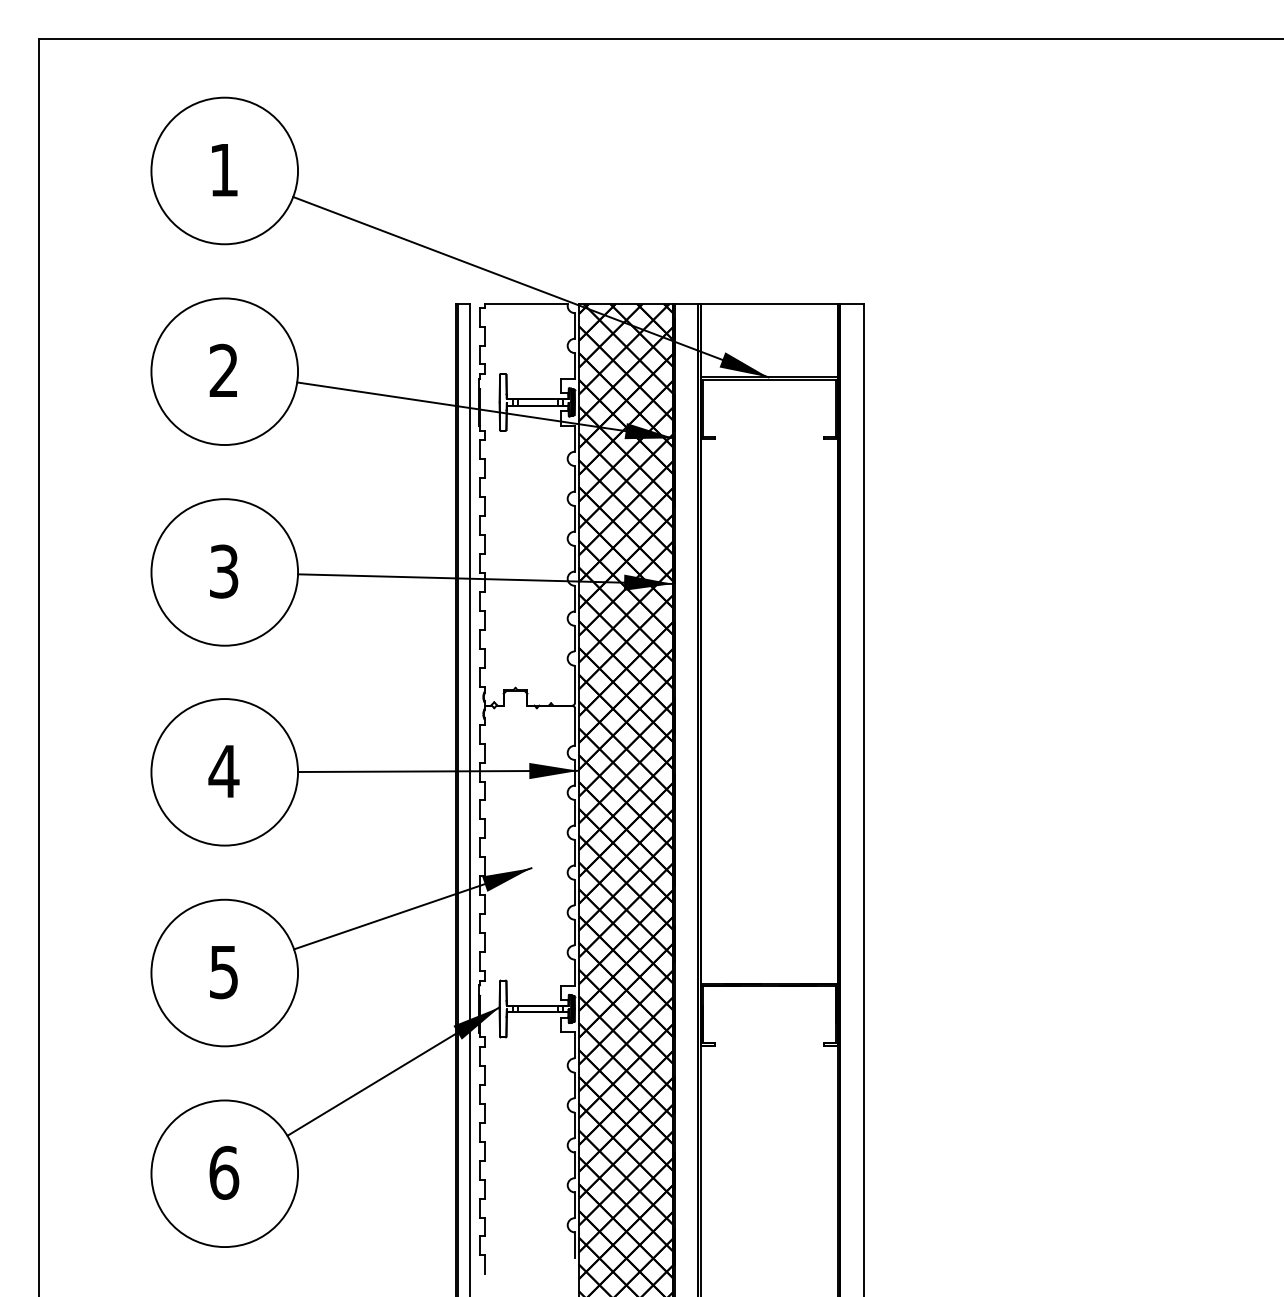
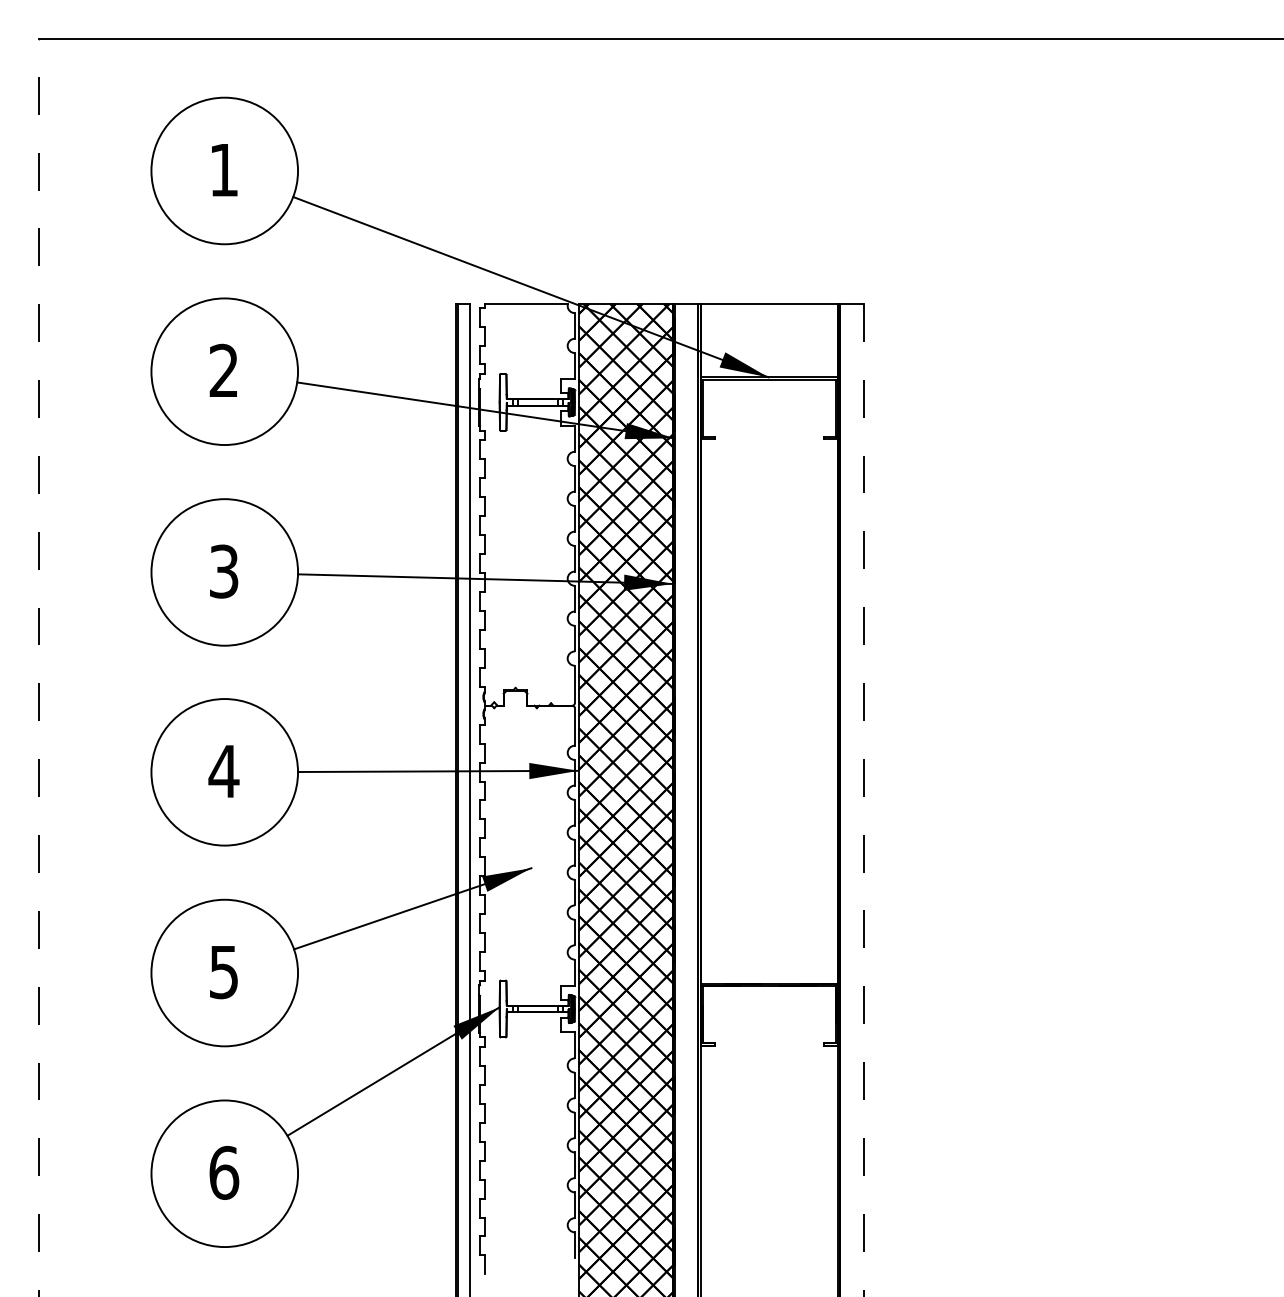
line at (38, 667): solid -> dashed
line at (863, 800): solid -> dashed
